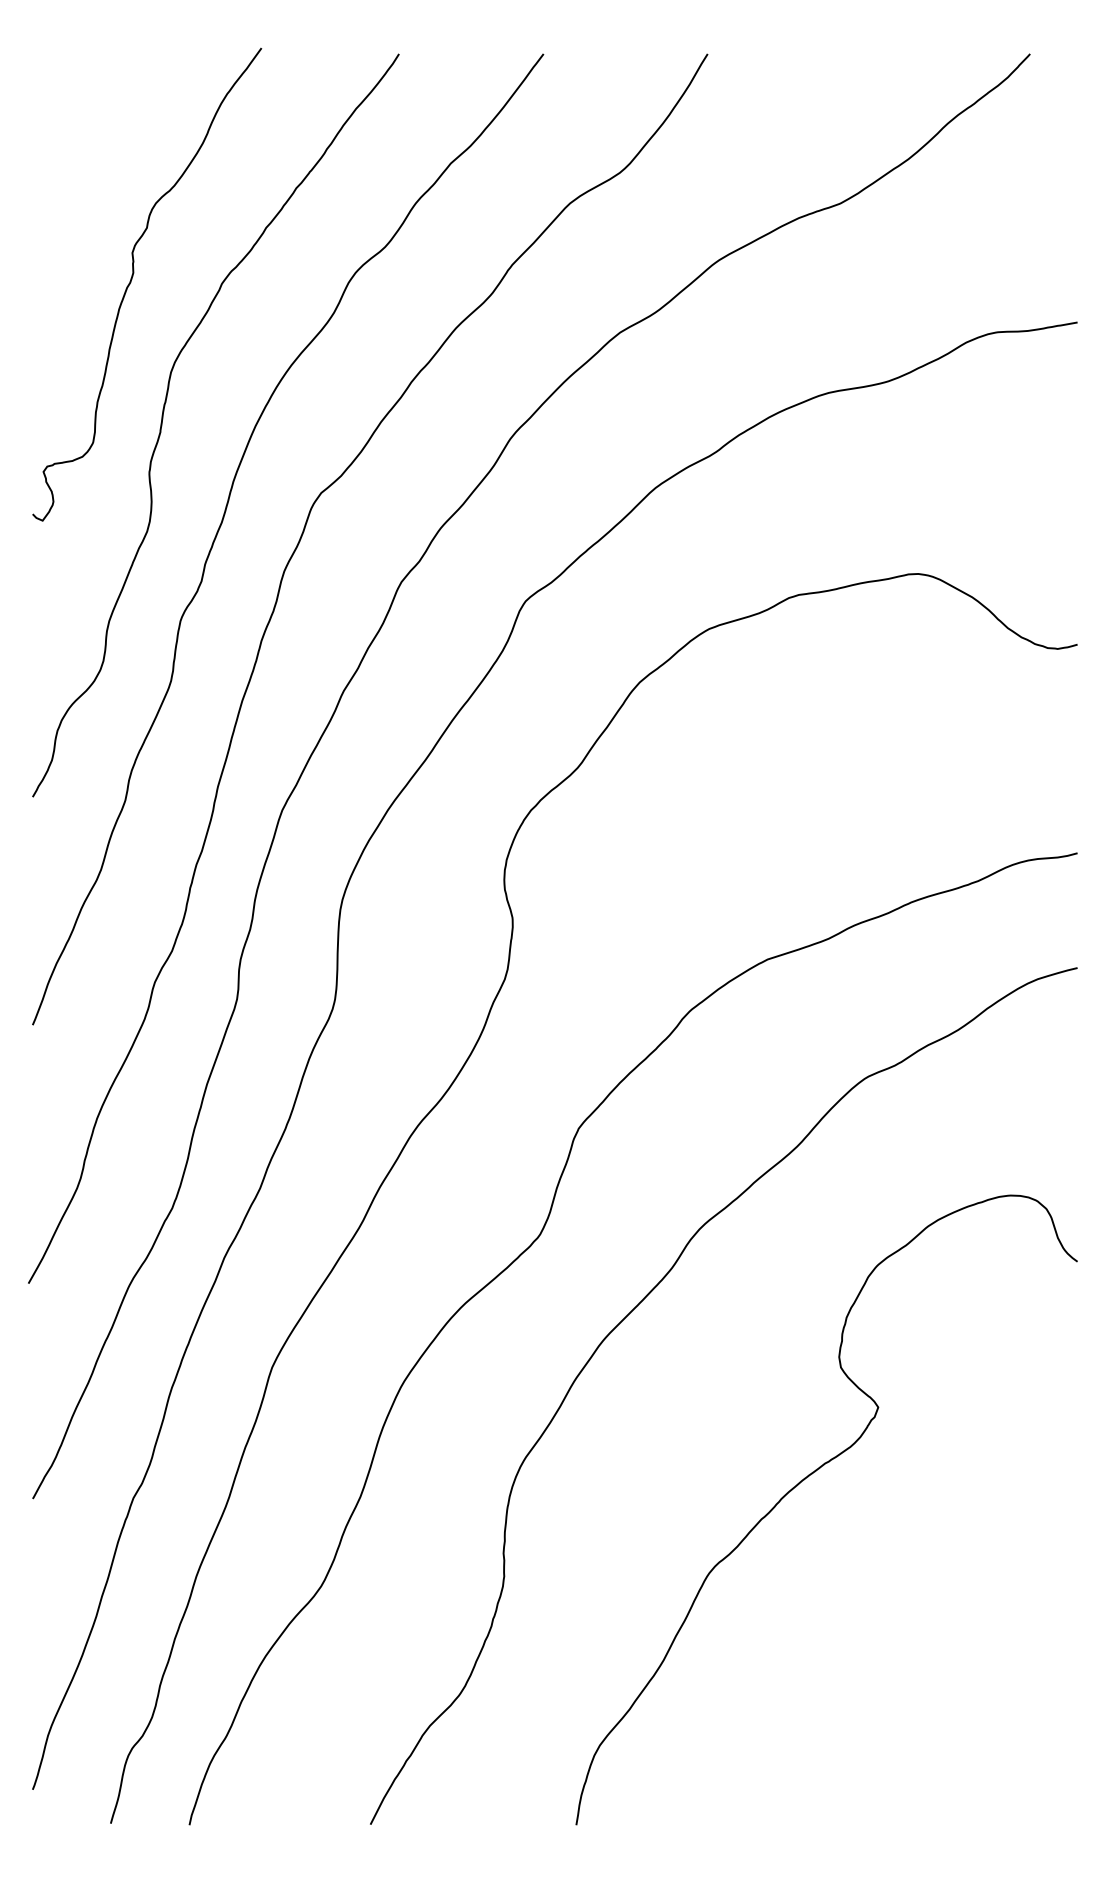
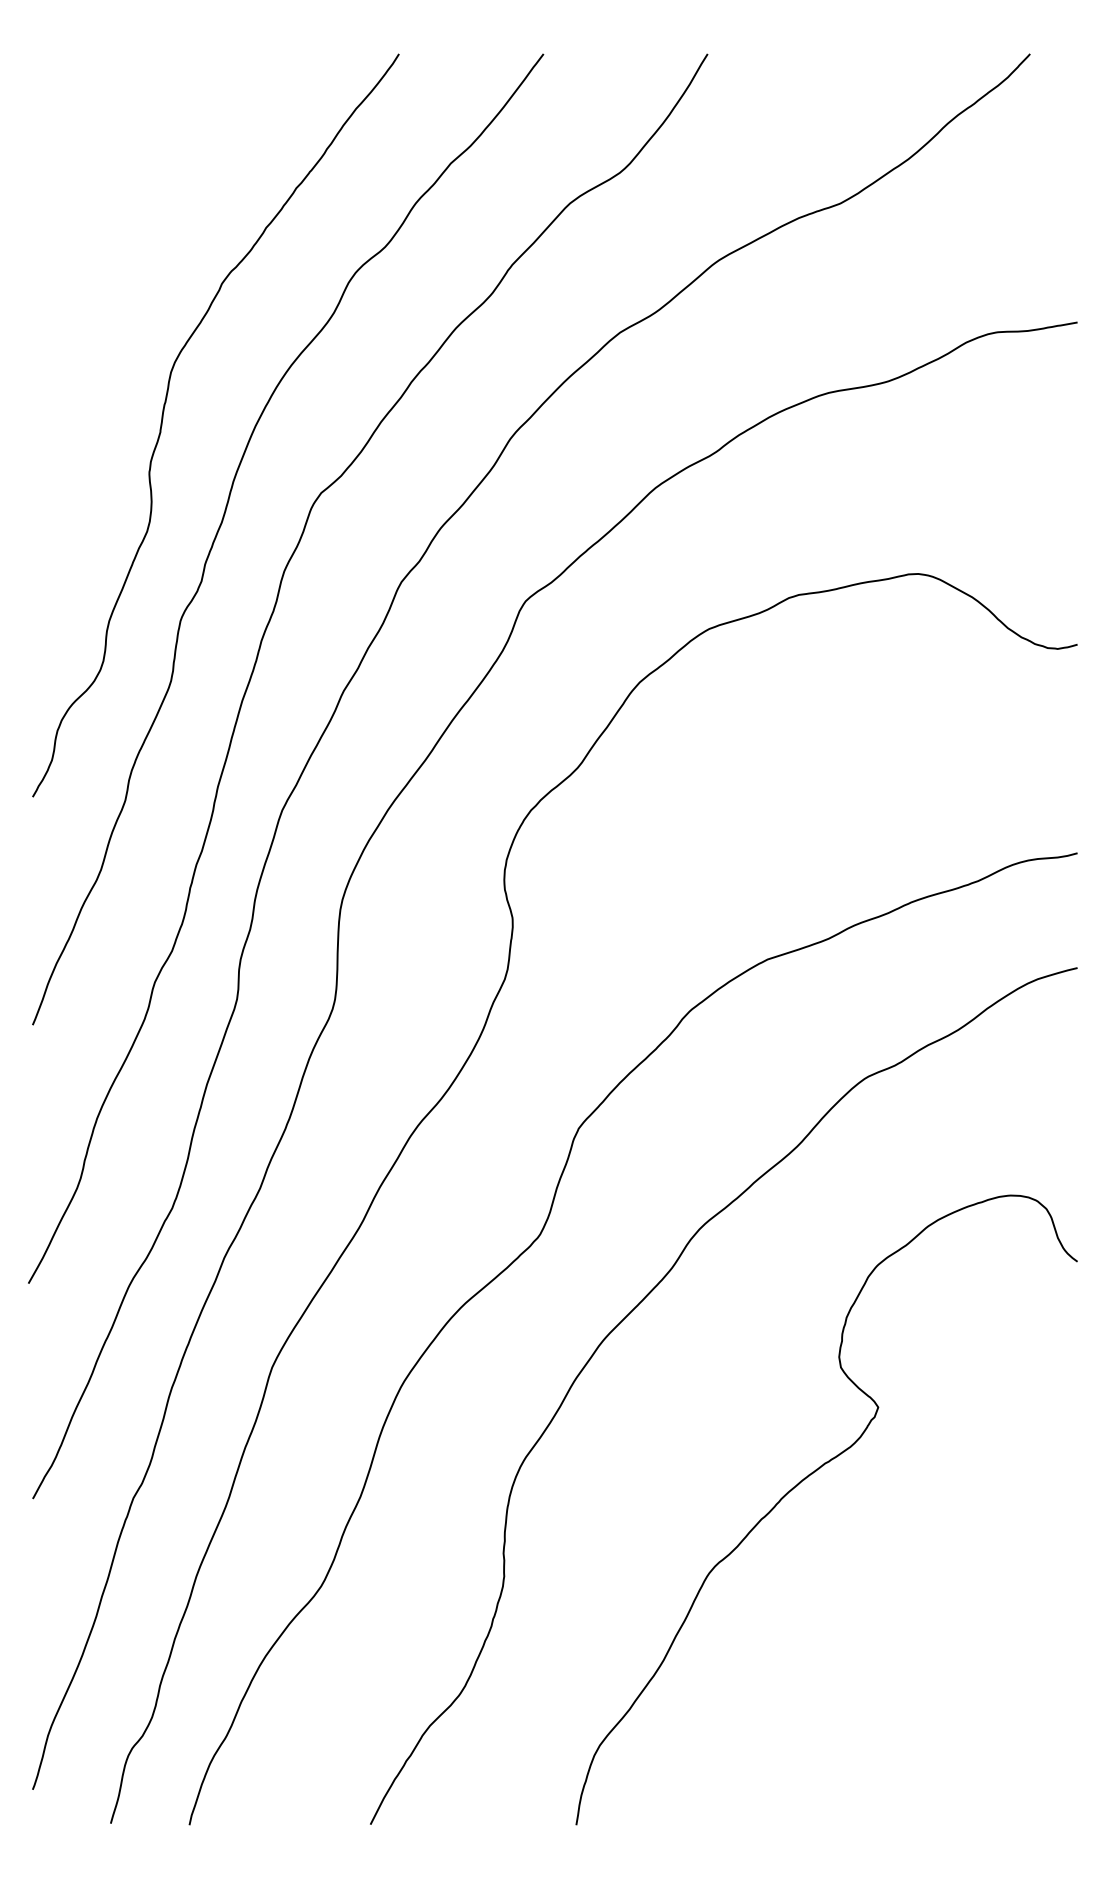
curve at (132, 279): present -> none
